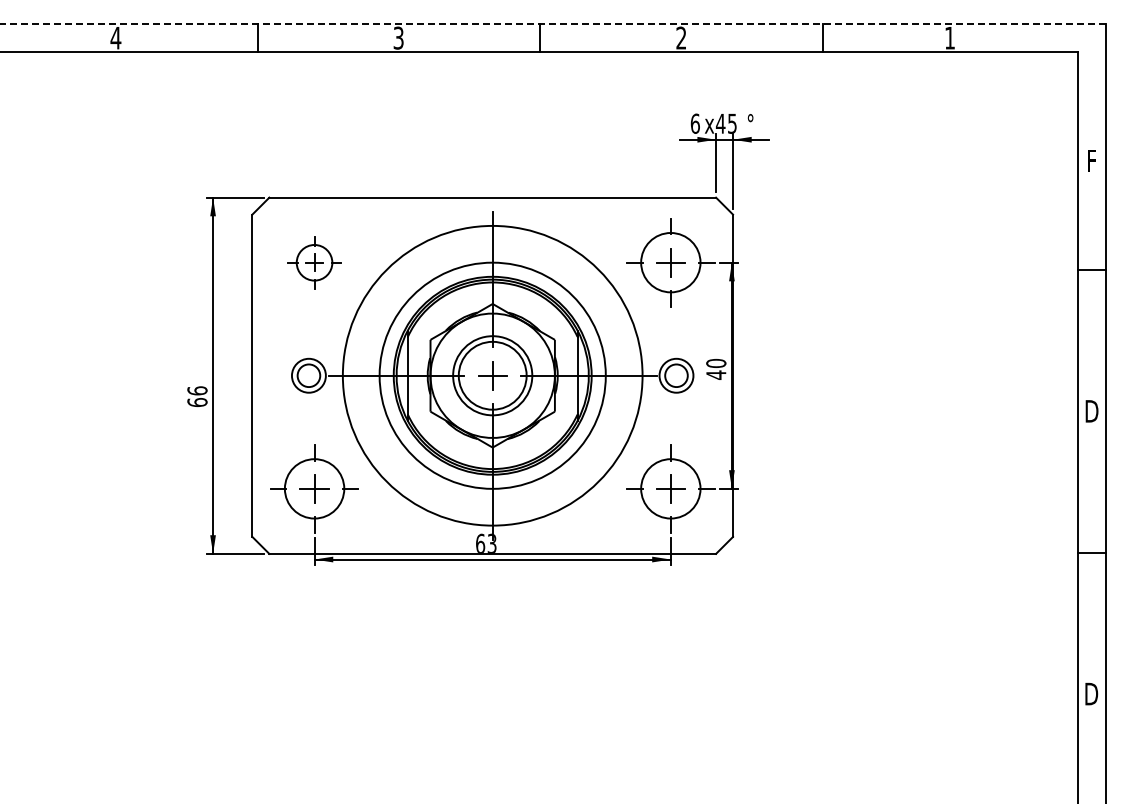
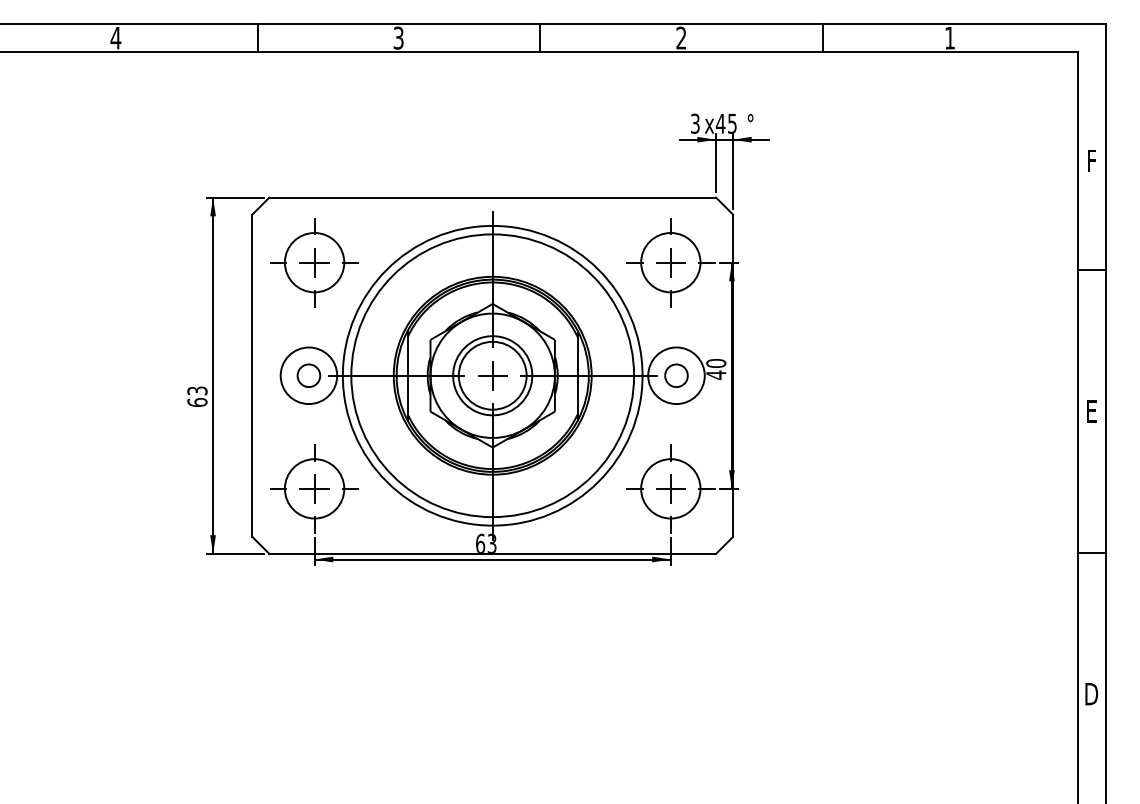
line at (553, 23): dashed -> solid
text at (694, 123): 6 -> 3
part at (314, 262) size: 55x54 px -> 89x90 px
circle at (308, 375) diameter: 34 px -> 57 px
circle at (492, 375) diameter: 226 px -> 283 px
circle at (676, 375) diameter: 34 px -> 57 px
text at (197, 390): 66 -> 63
text at (1091, 411): D -> E
